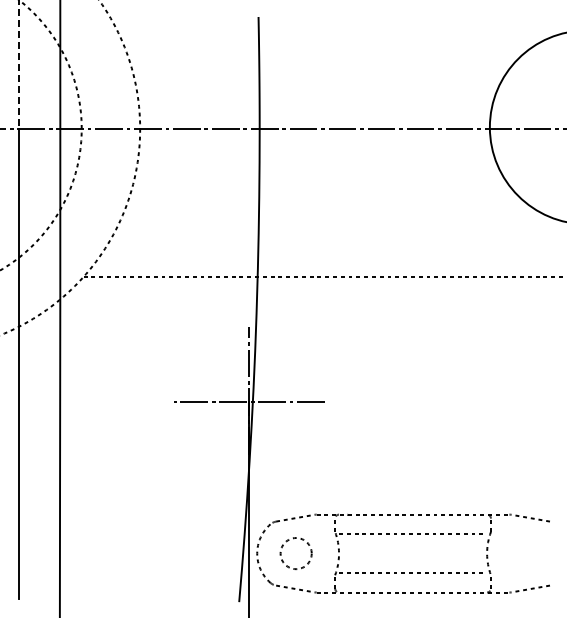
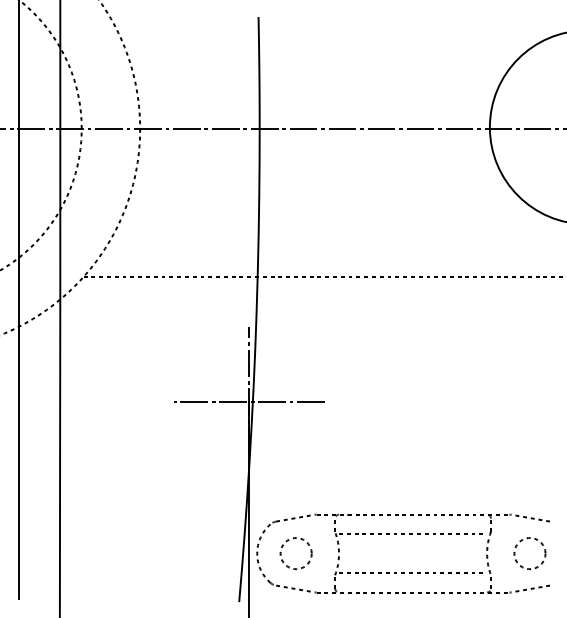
line at (19, 65): dashed -> solid
circle at (529, 553): none -> present
